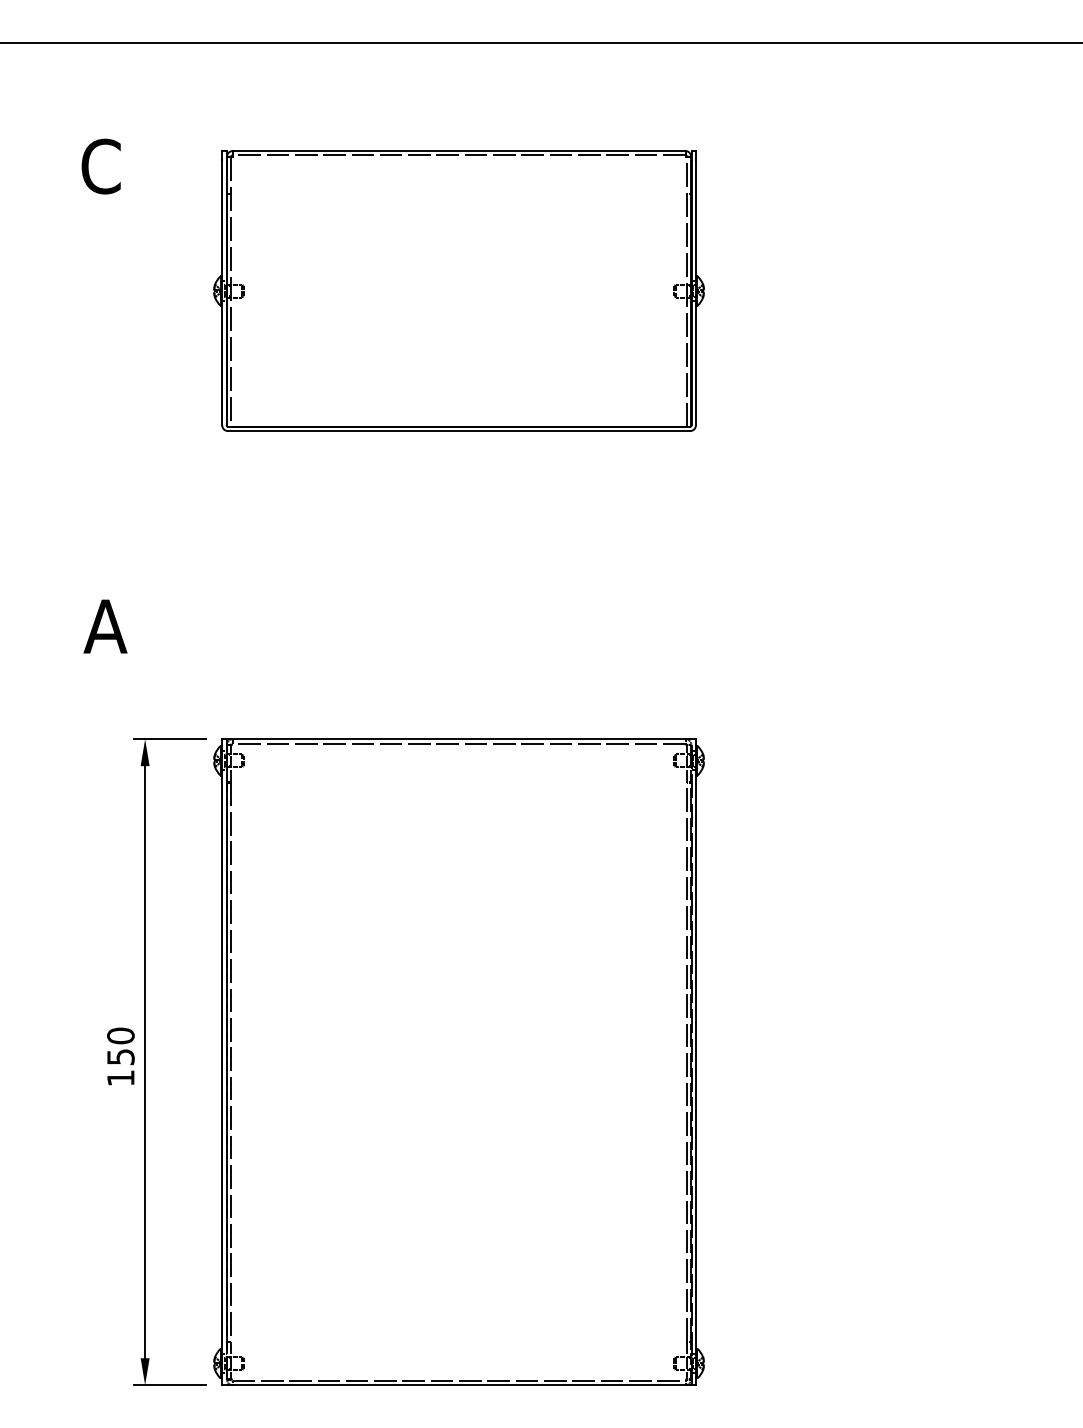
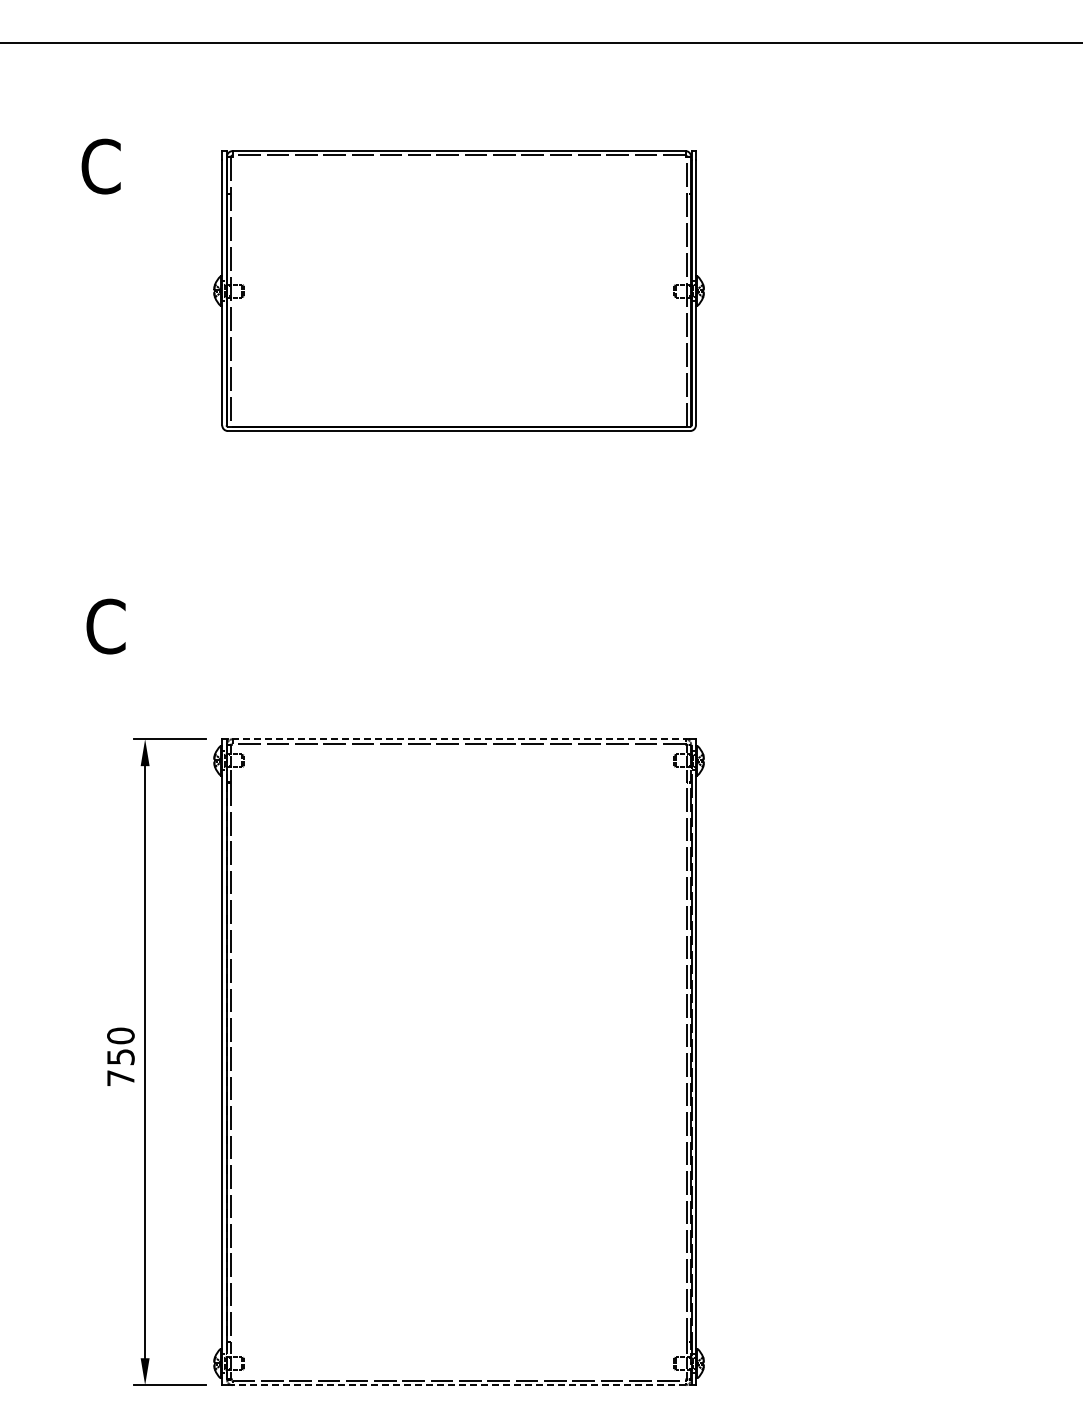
text at (105, 626): A -> C
line at (458, 739): solid -> dashed
text at (120, 1077): 150 -> 750
line at (459, 1385): solid -> dashed
